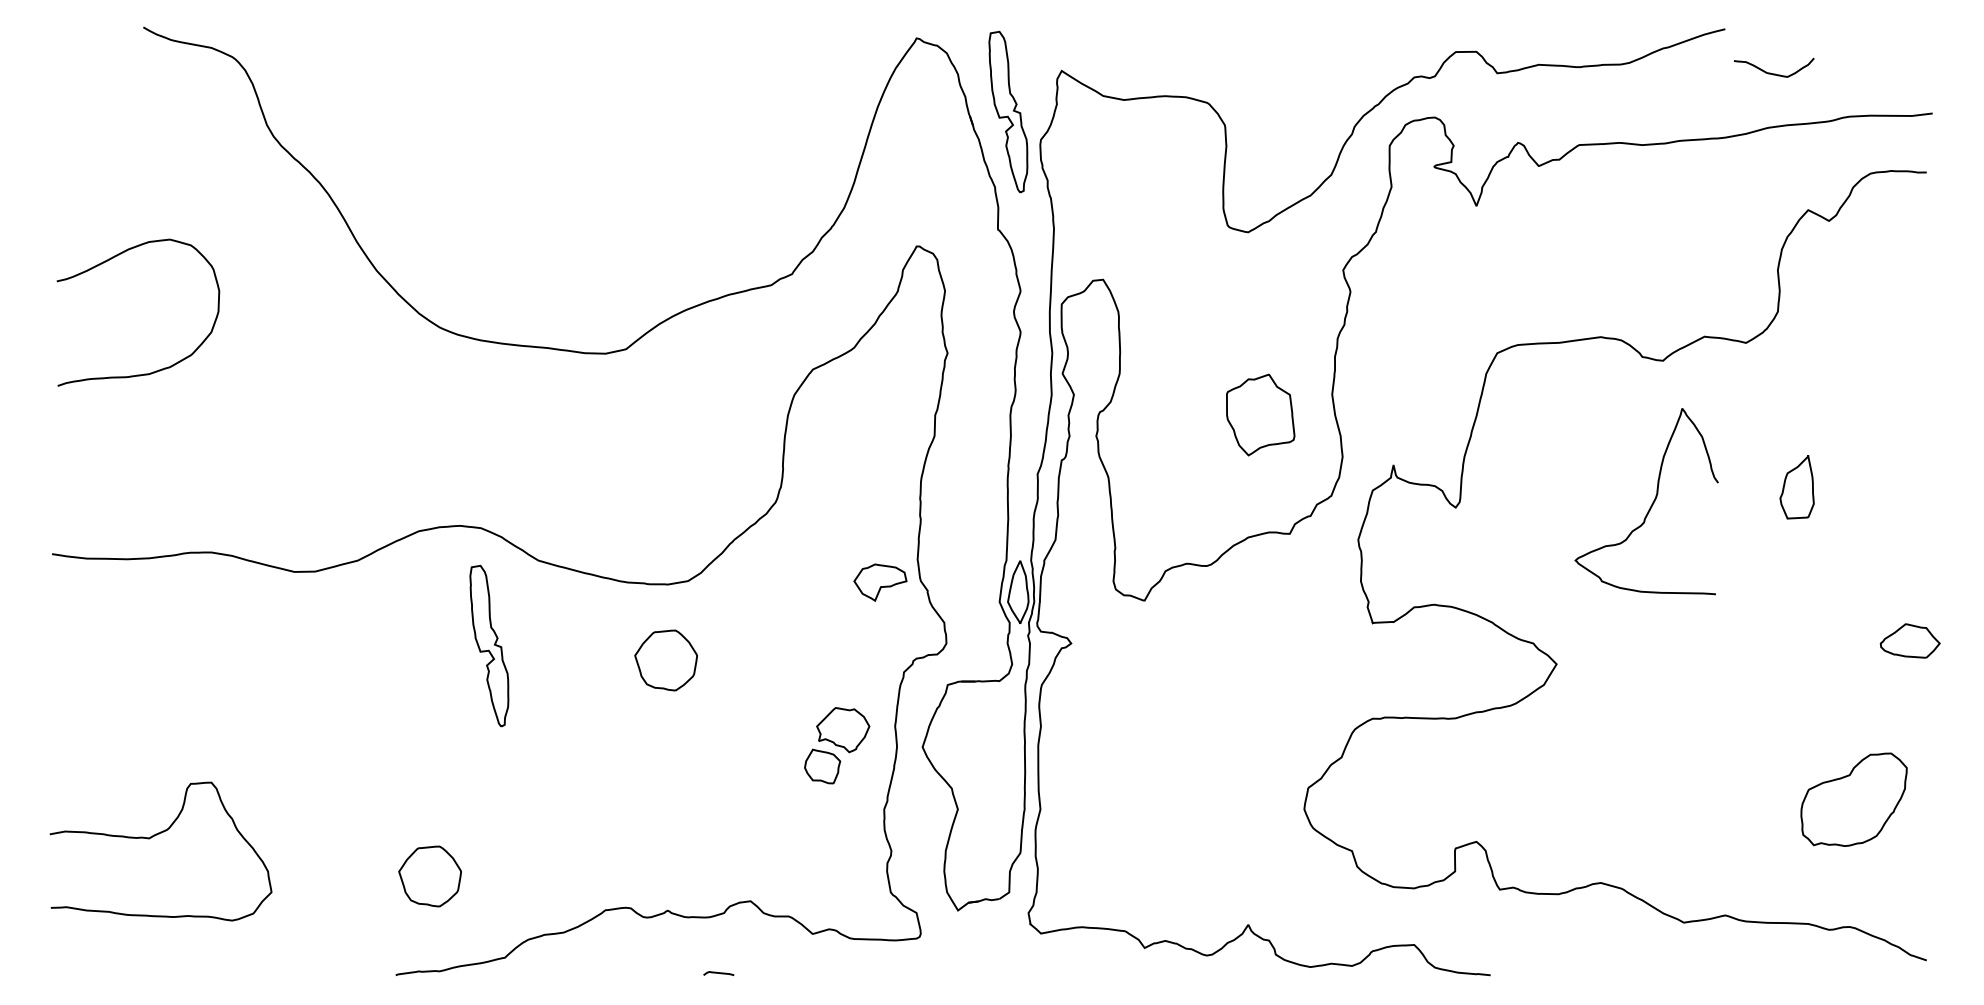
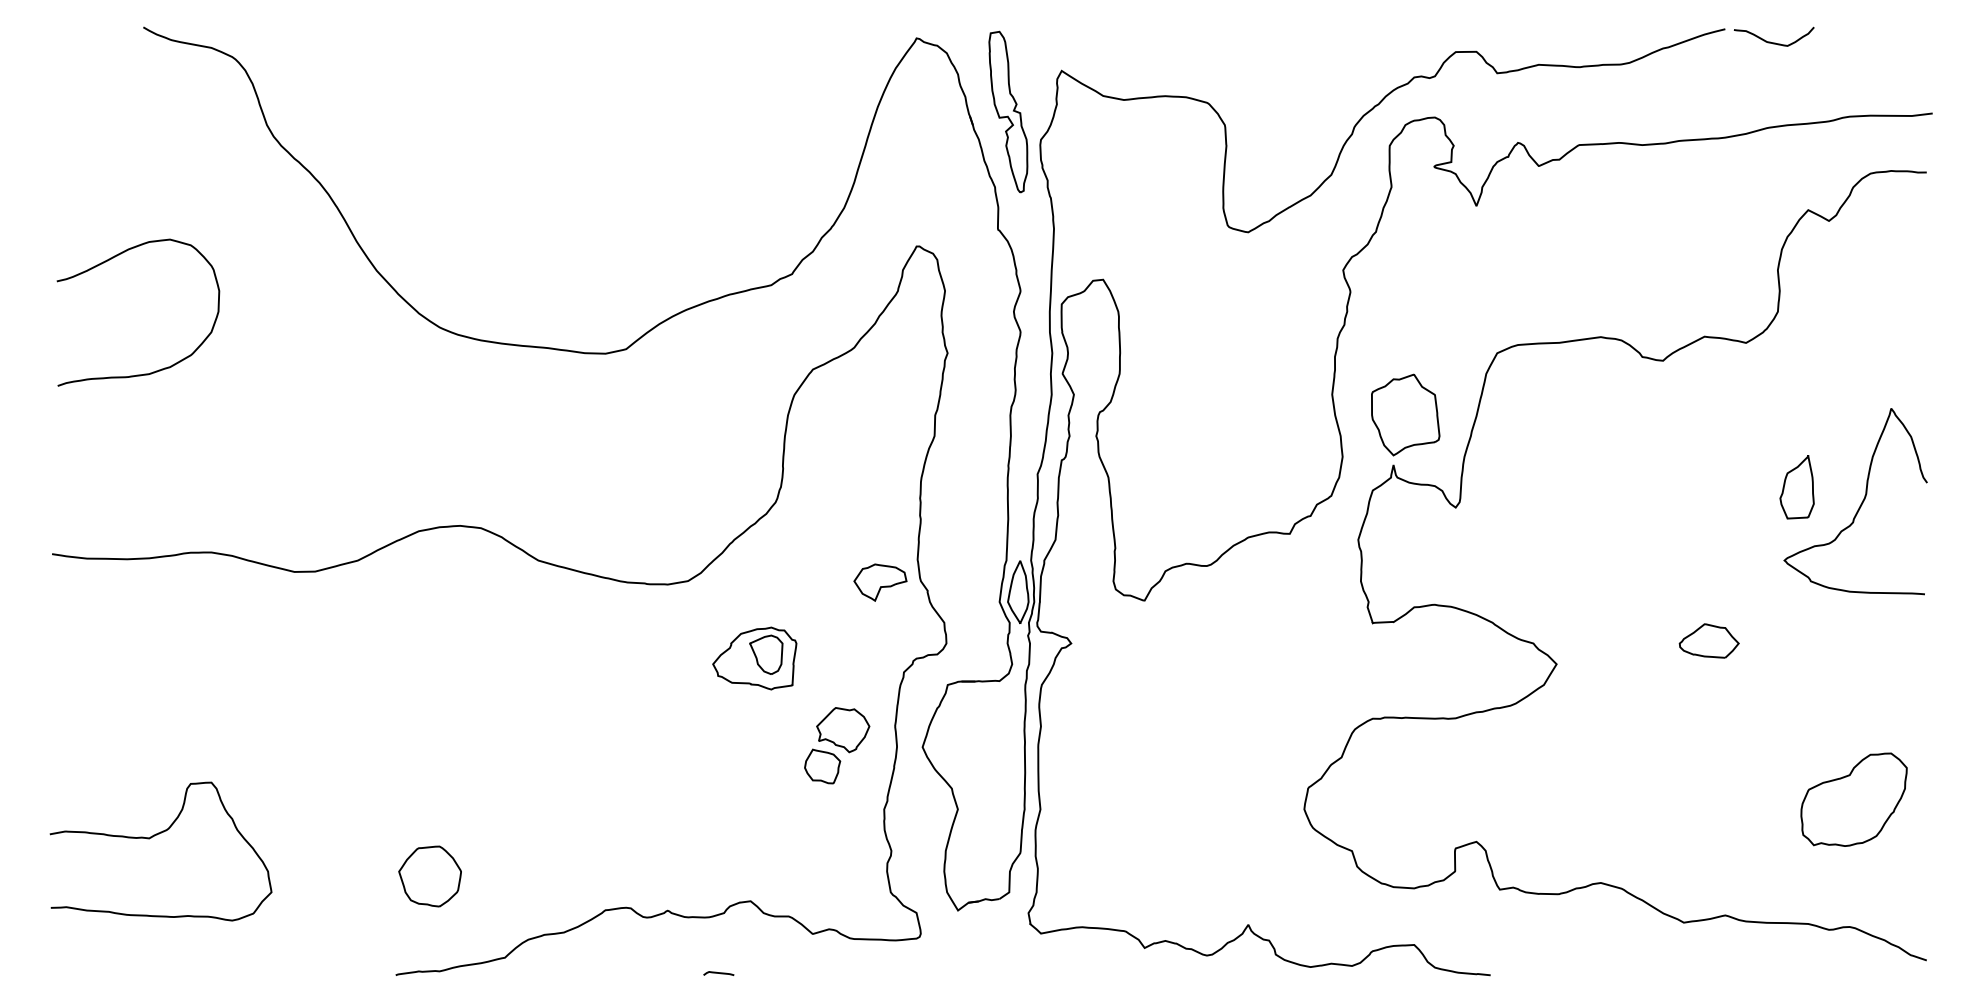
curve at (1774, 73) position: (1774, 73) -> (1774, 42)
part at (1260, 414) position: (1260, 414) -> (1405, 414)
curve at (1651, 504) position: (1651, 504) -> (1860, 504)
part at (1909, 640) position: (1909, 640) -> (1708, 640)
part at (489, 645): present -> none
part at (754, 658): none -> present
part at (665, 660): present -> none
